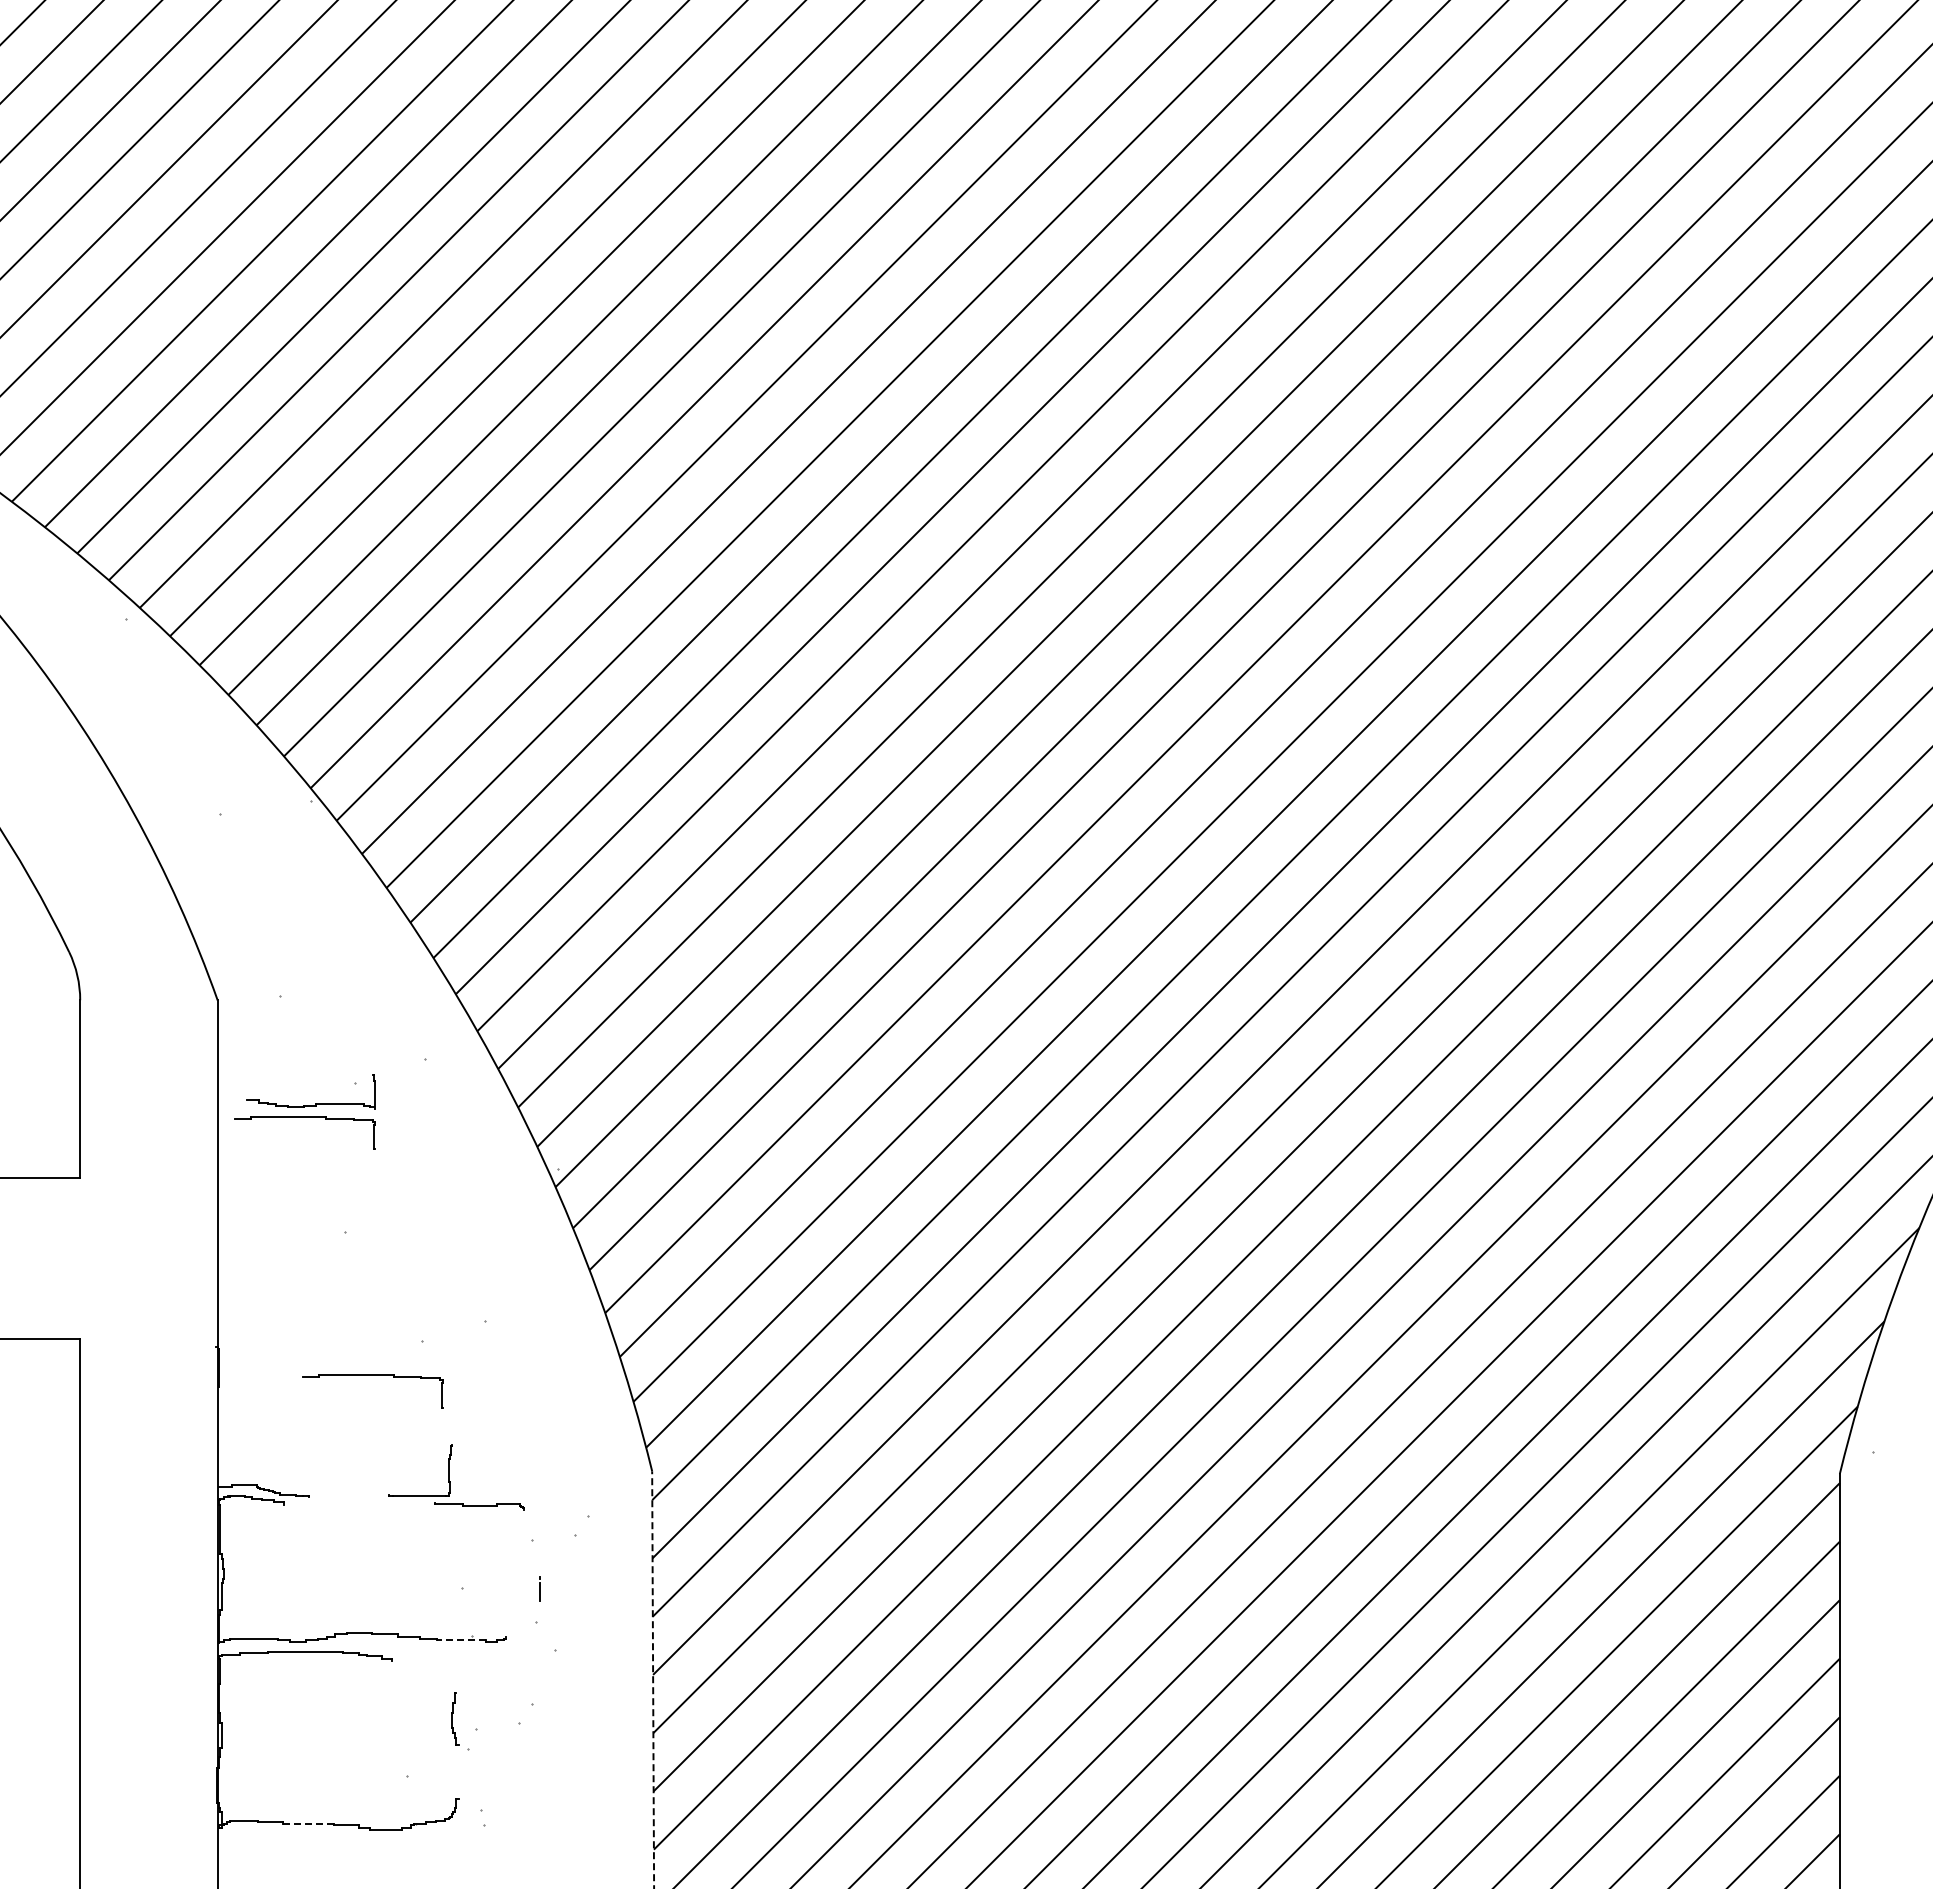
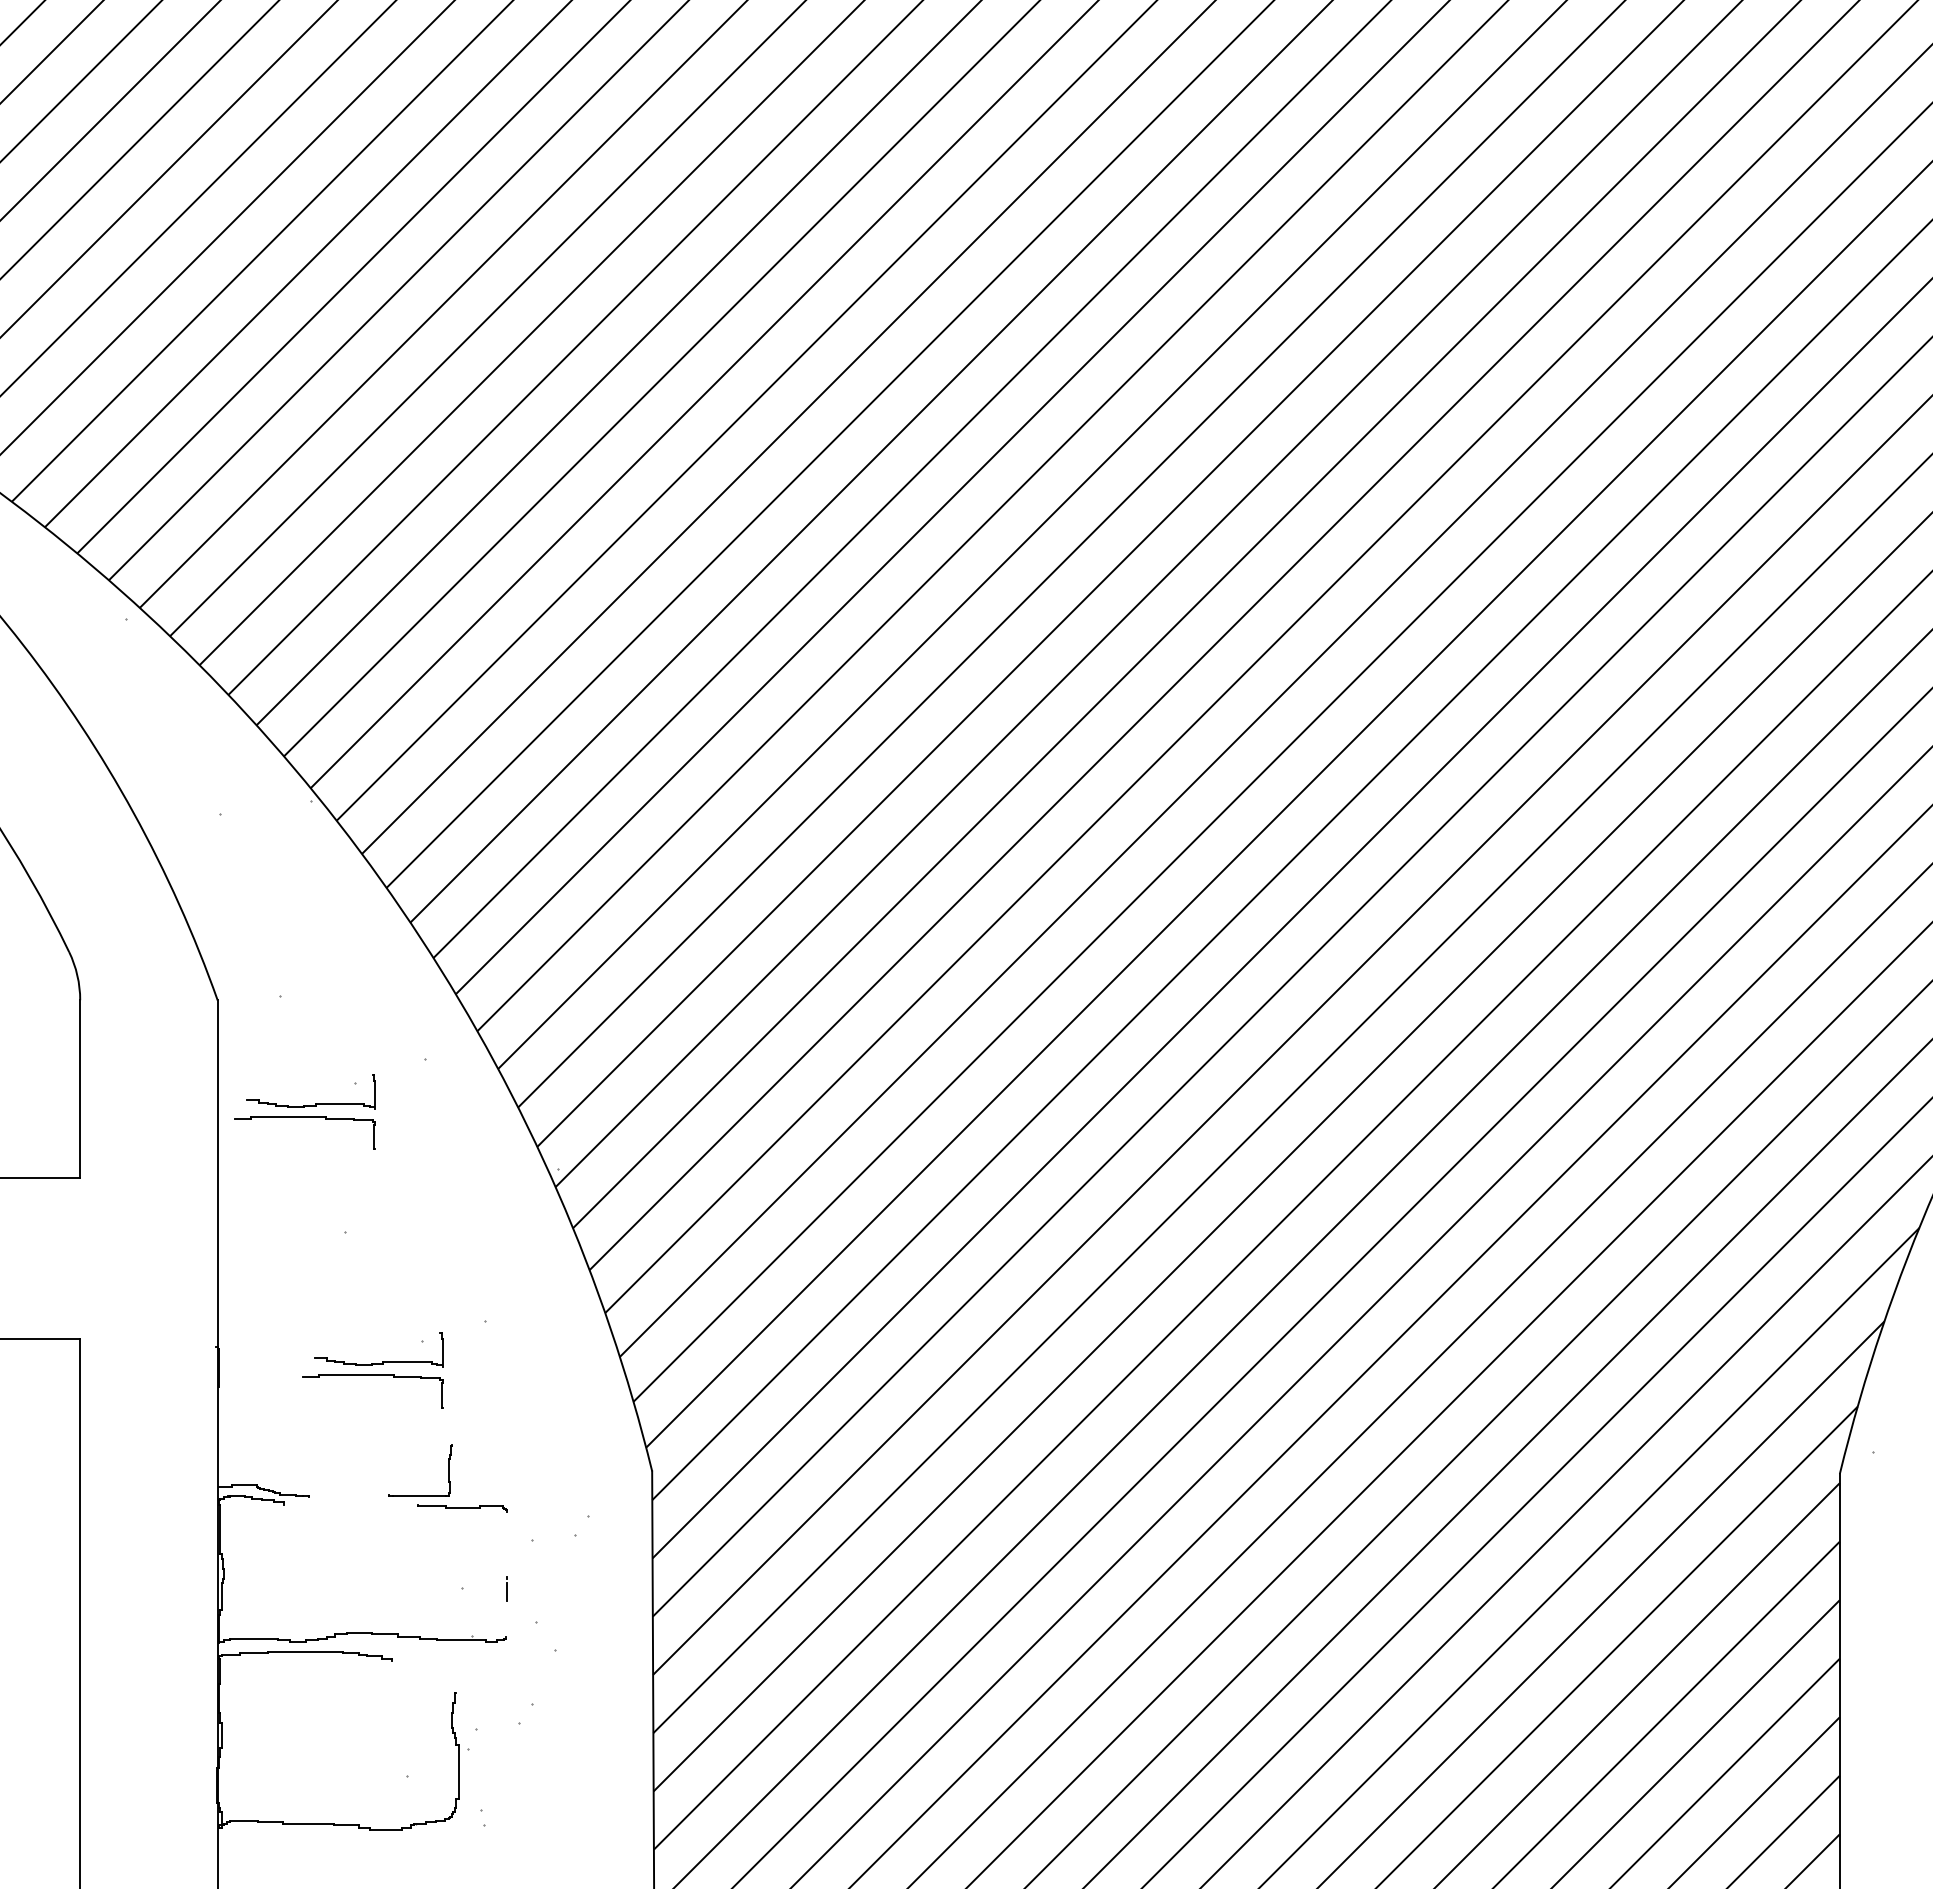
part at (382, 1361): none -> present
part at (479, 1506) position: (479, 1506) -> (462, 1508)
line at (539, 1588) position: (539, 1588) -> (506, 1588)
line at (460, 1640): dashed -> solid
line at (653, 1679): dashed -> solid
line at (459, 1772): none -> present
line at (308, 1823): dashed -> solid
